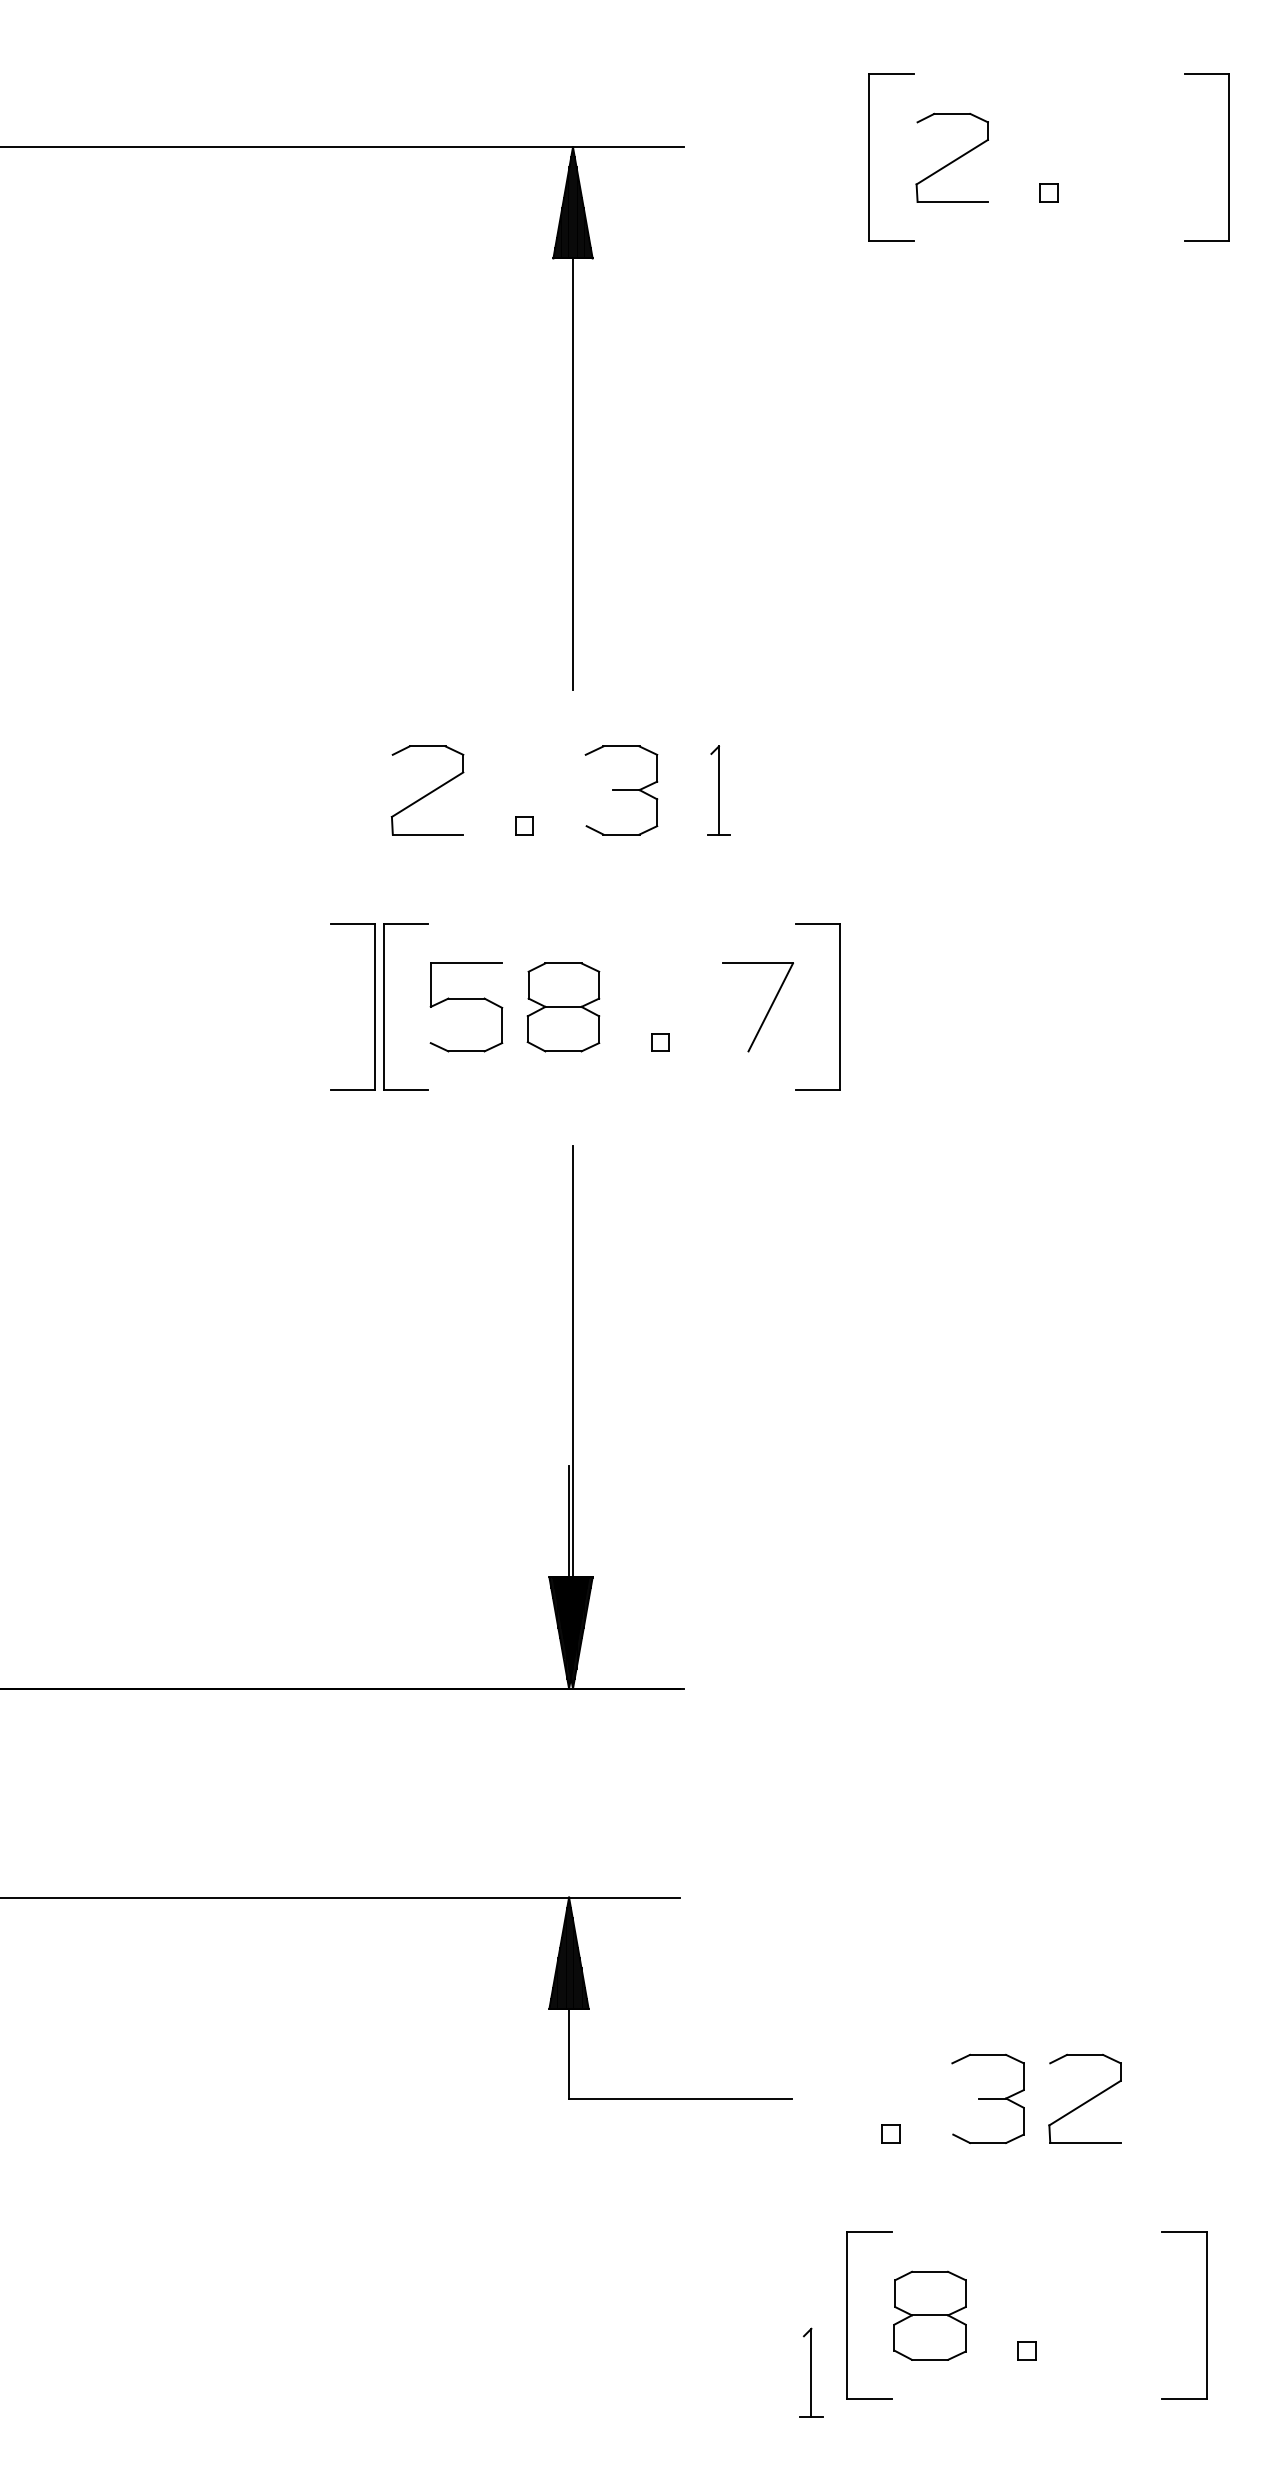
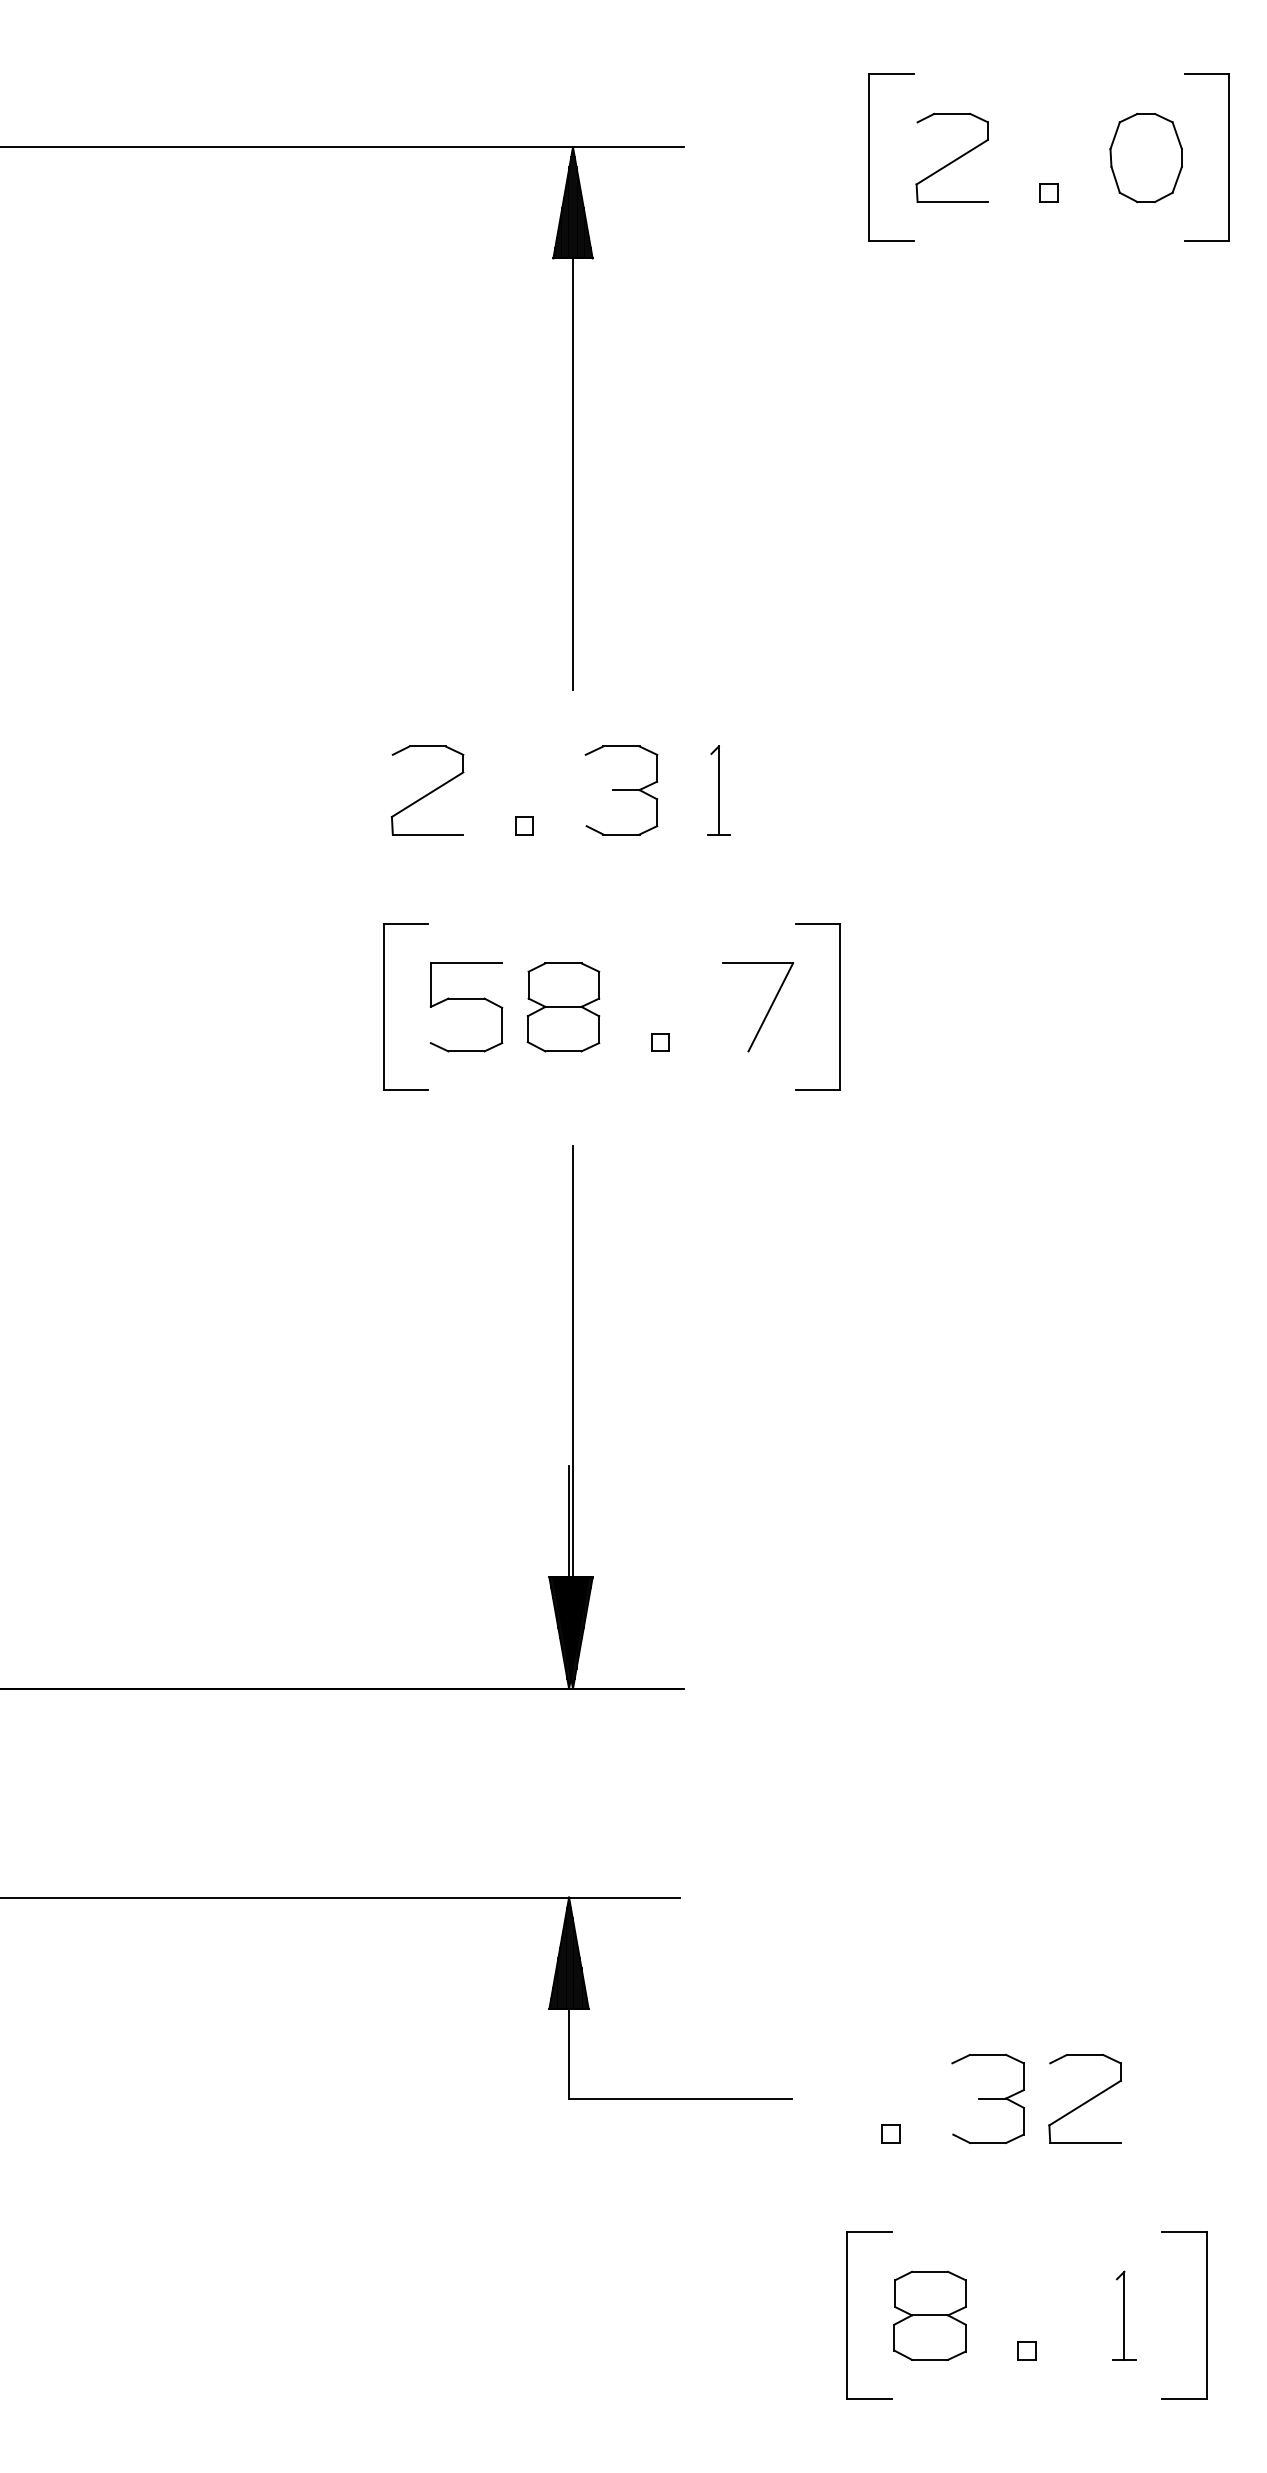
part at (1145, 157): none -> present
part at (374, 1006): present -> none
part at (811, 2372) position: (811, 2372) -> (1124, 2315)
